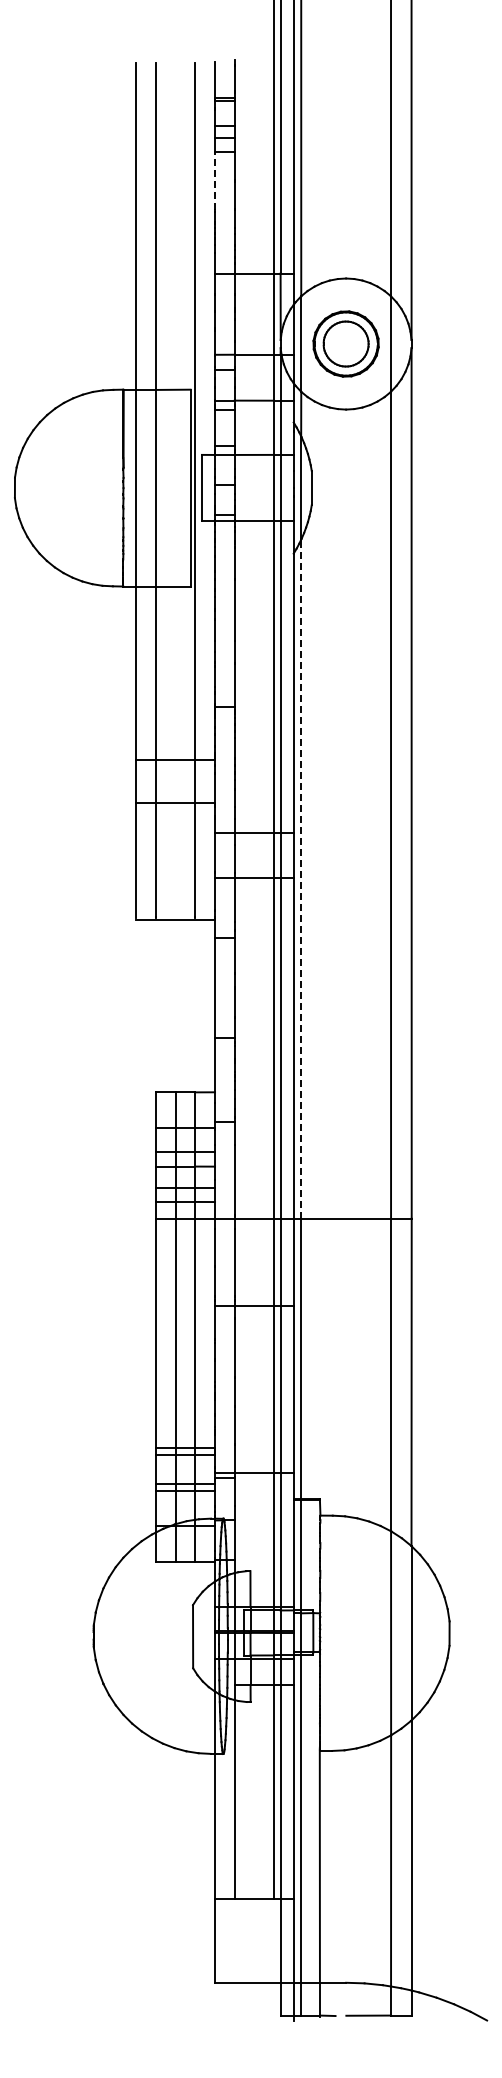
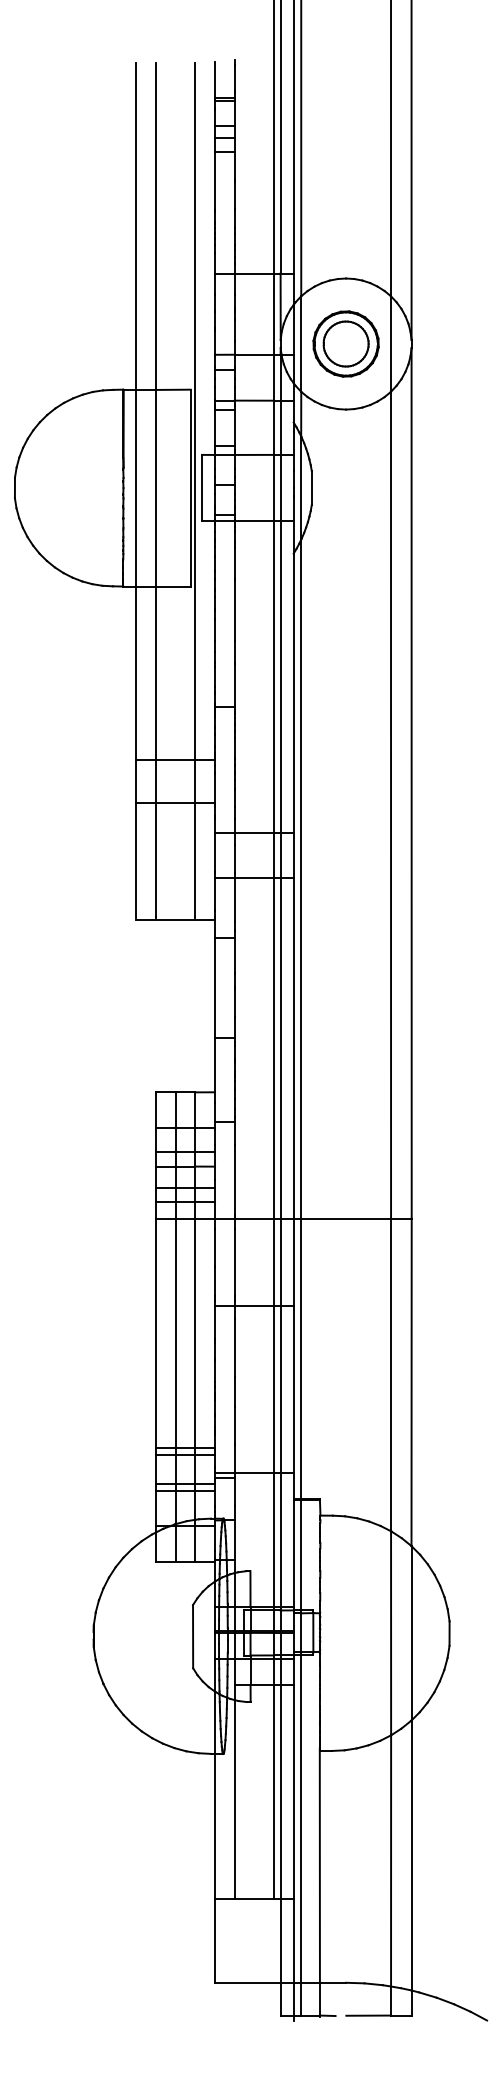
line at (215, 180): dashed -> solid
line at (301, 879): dashed -> solid
